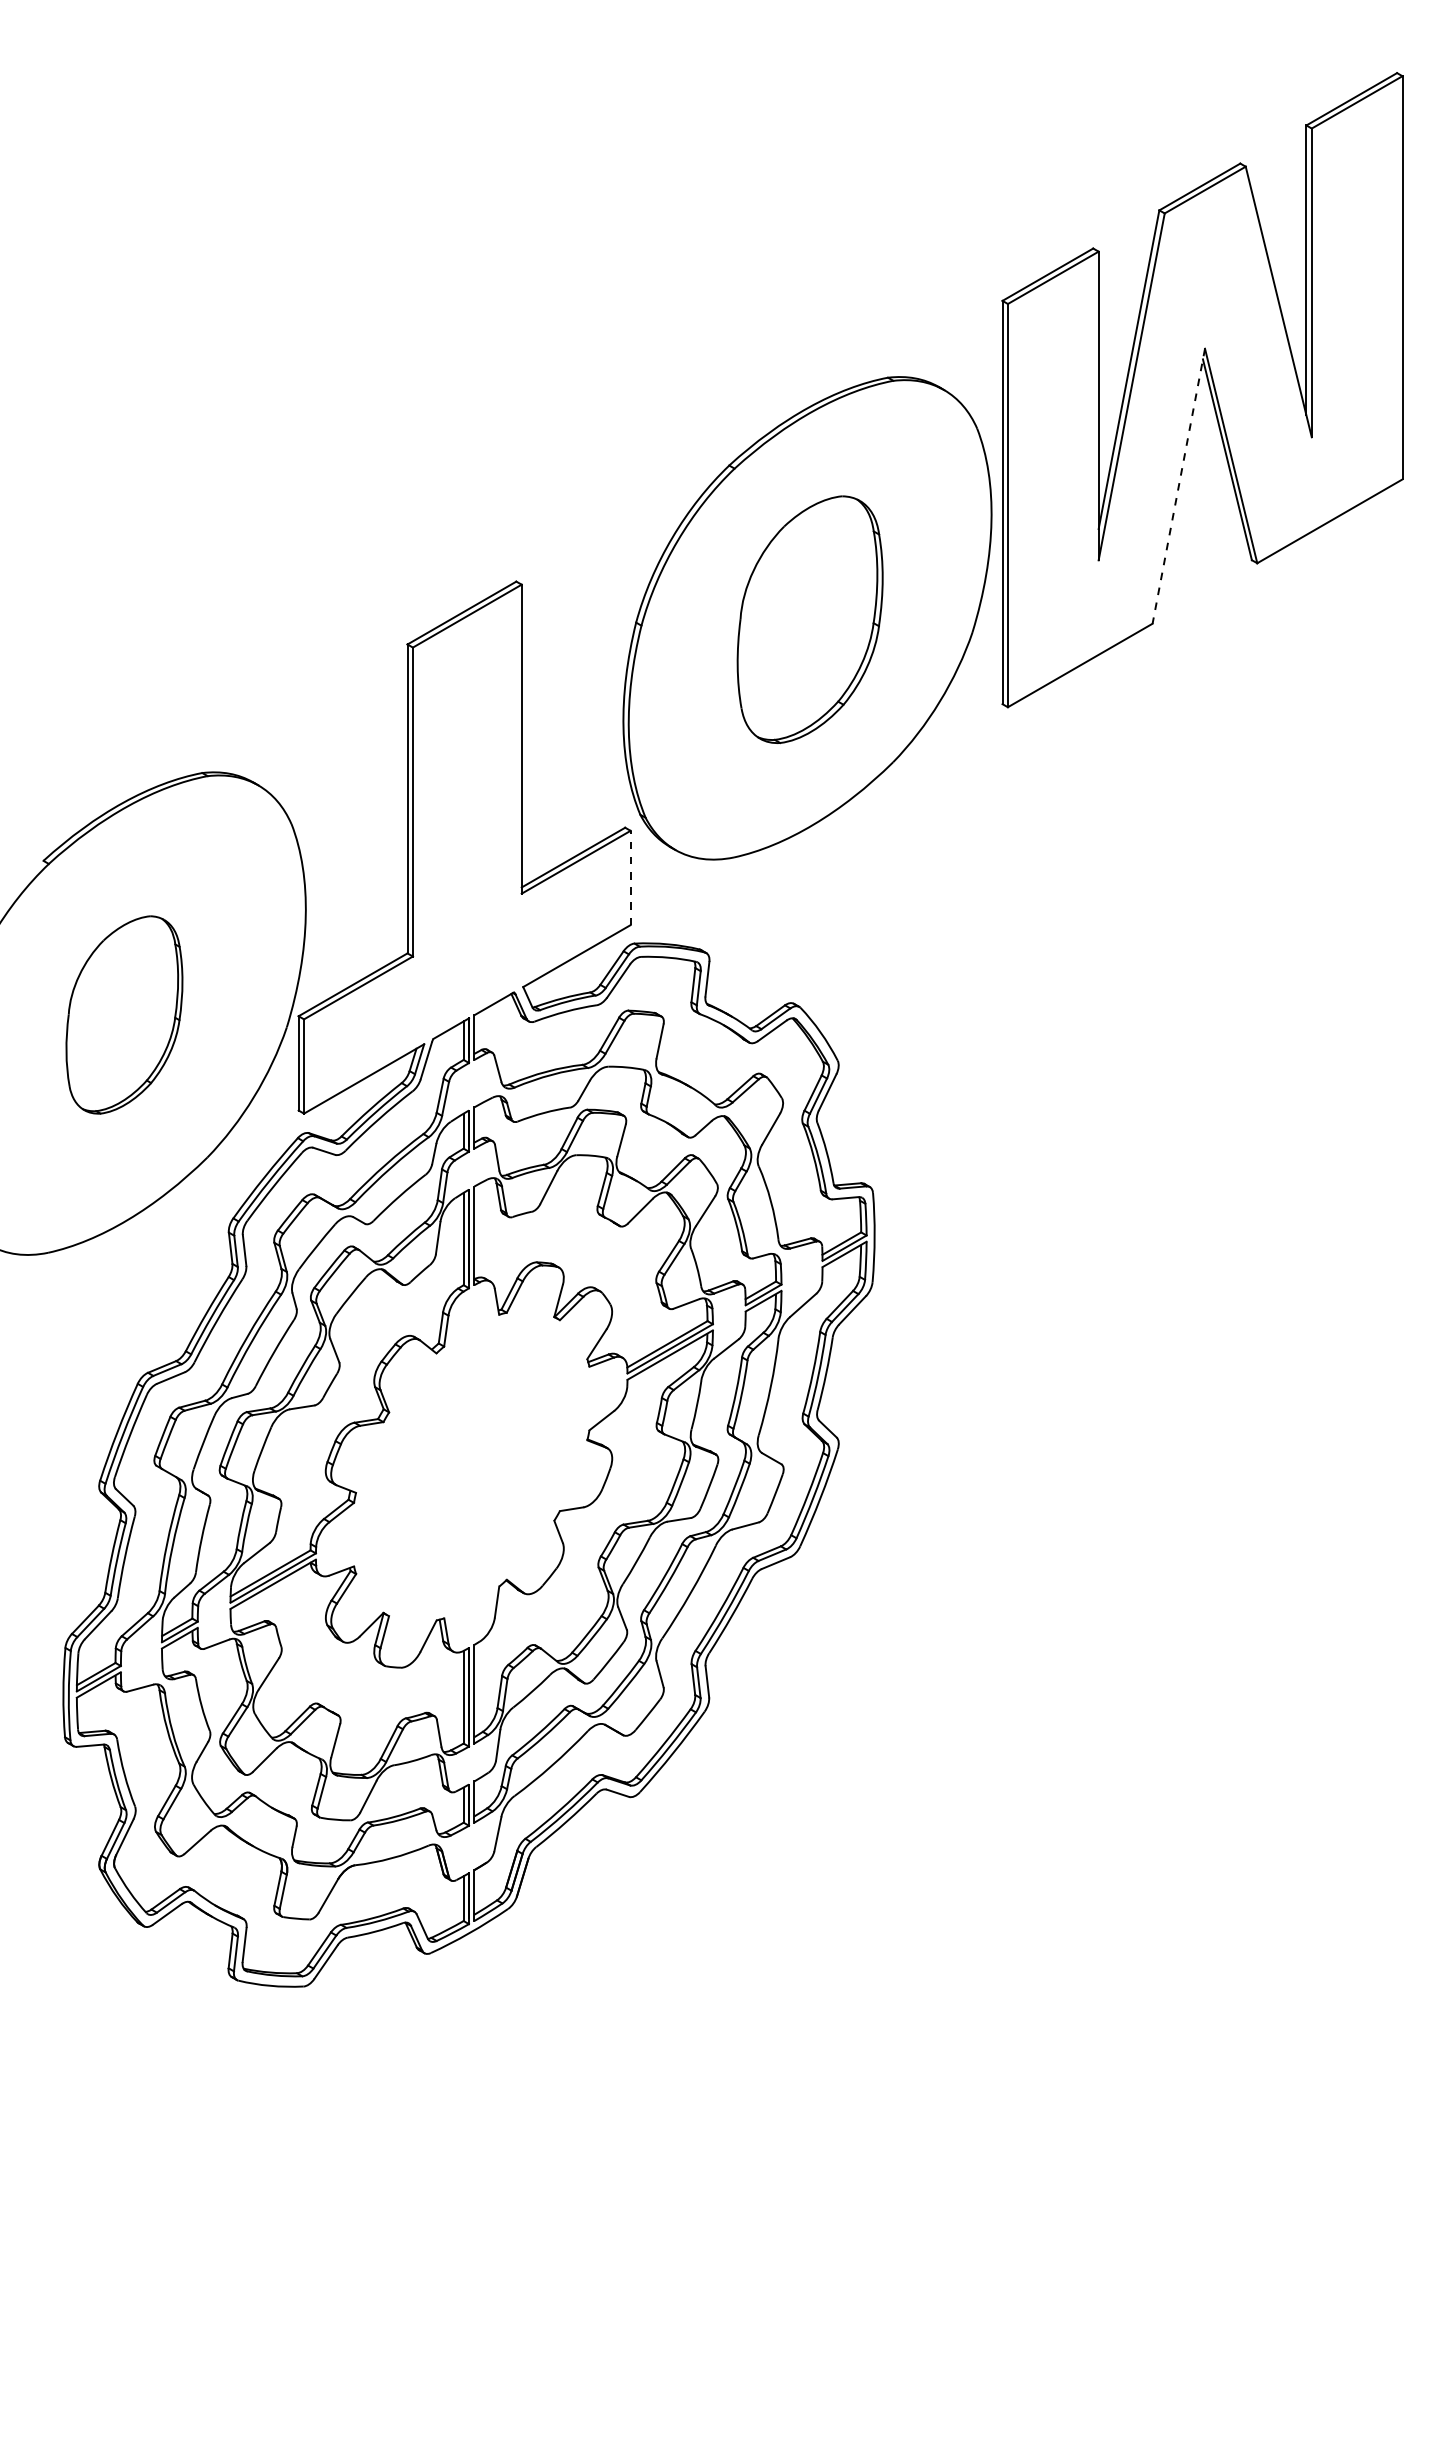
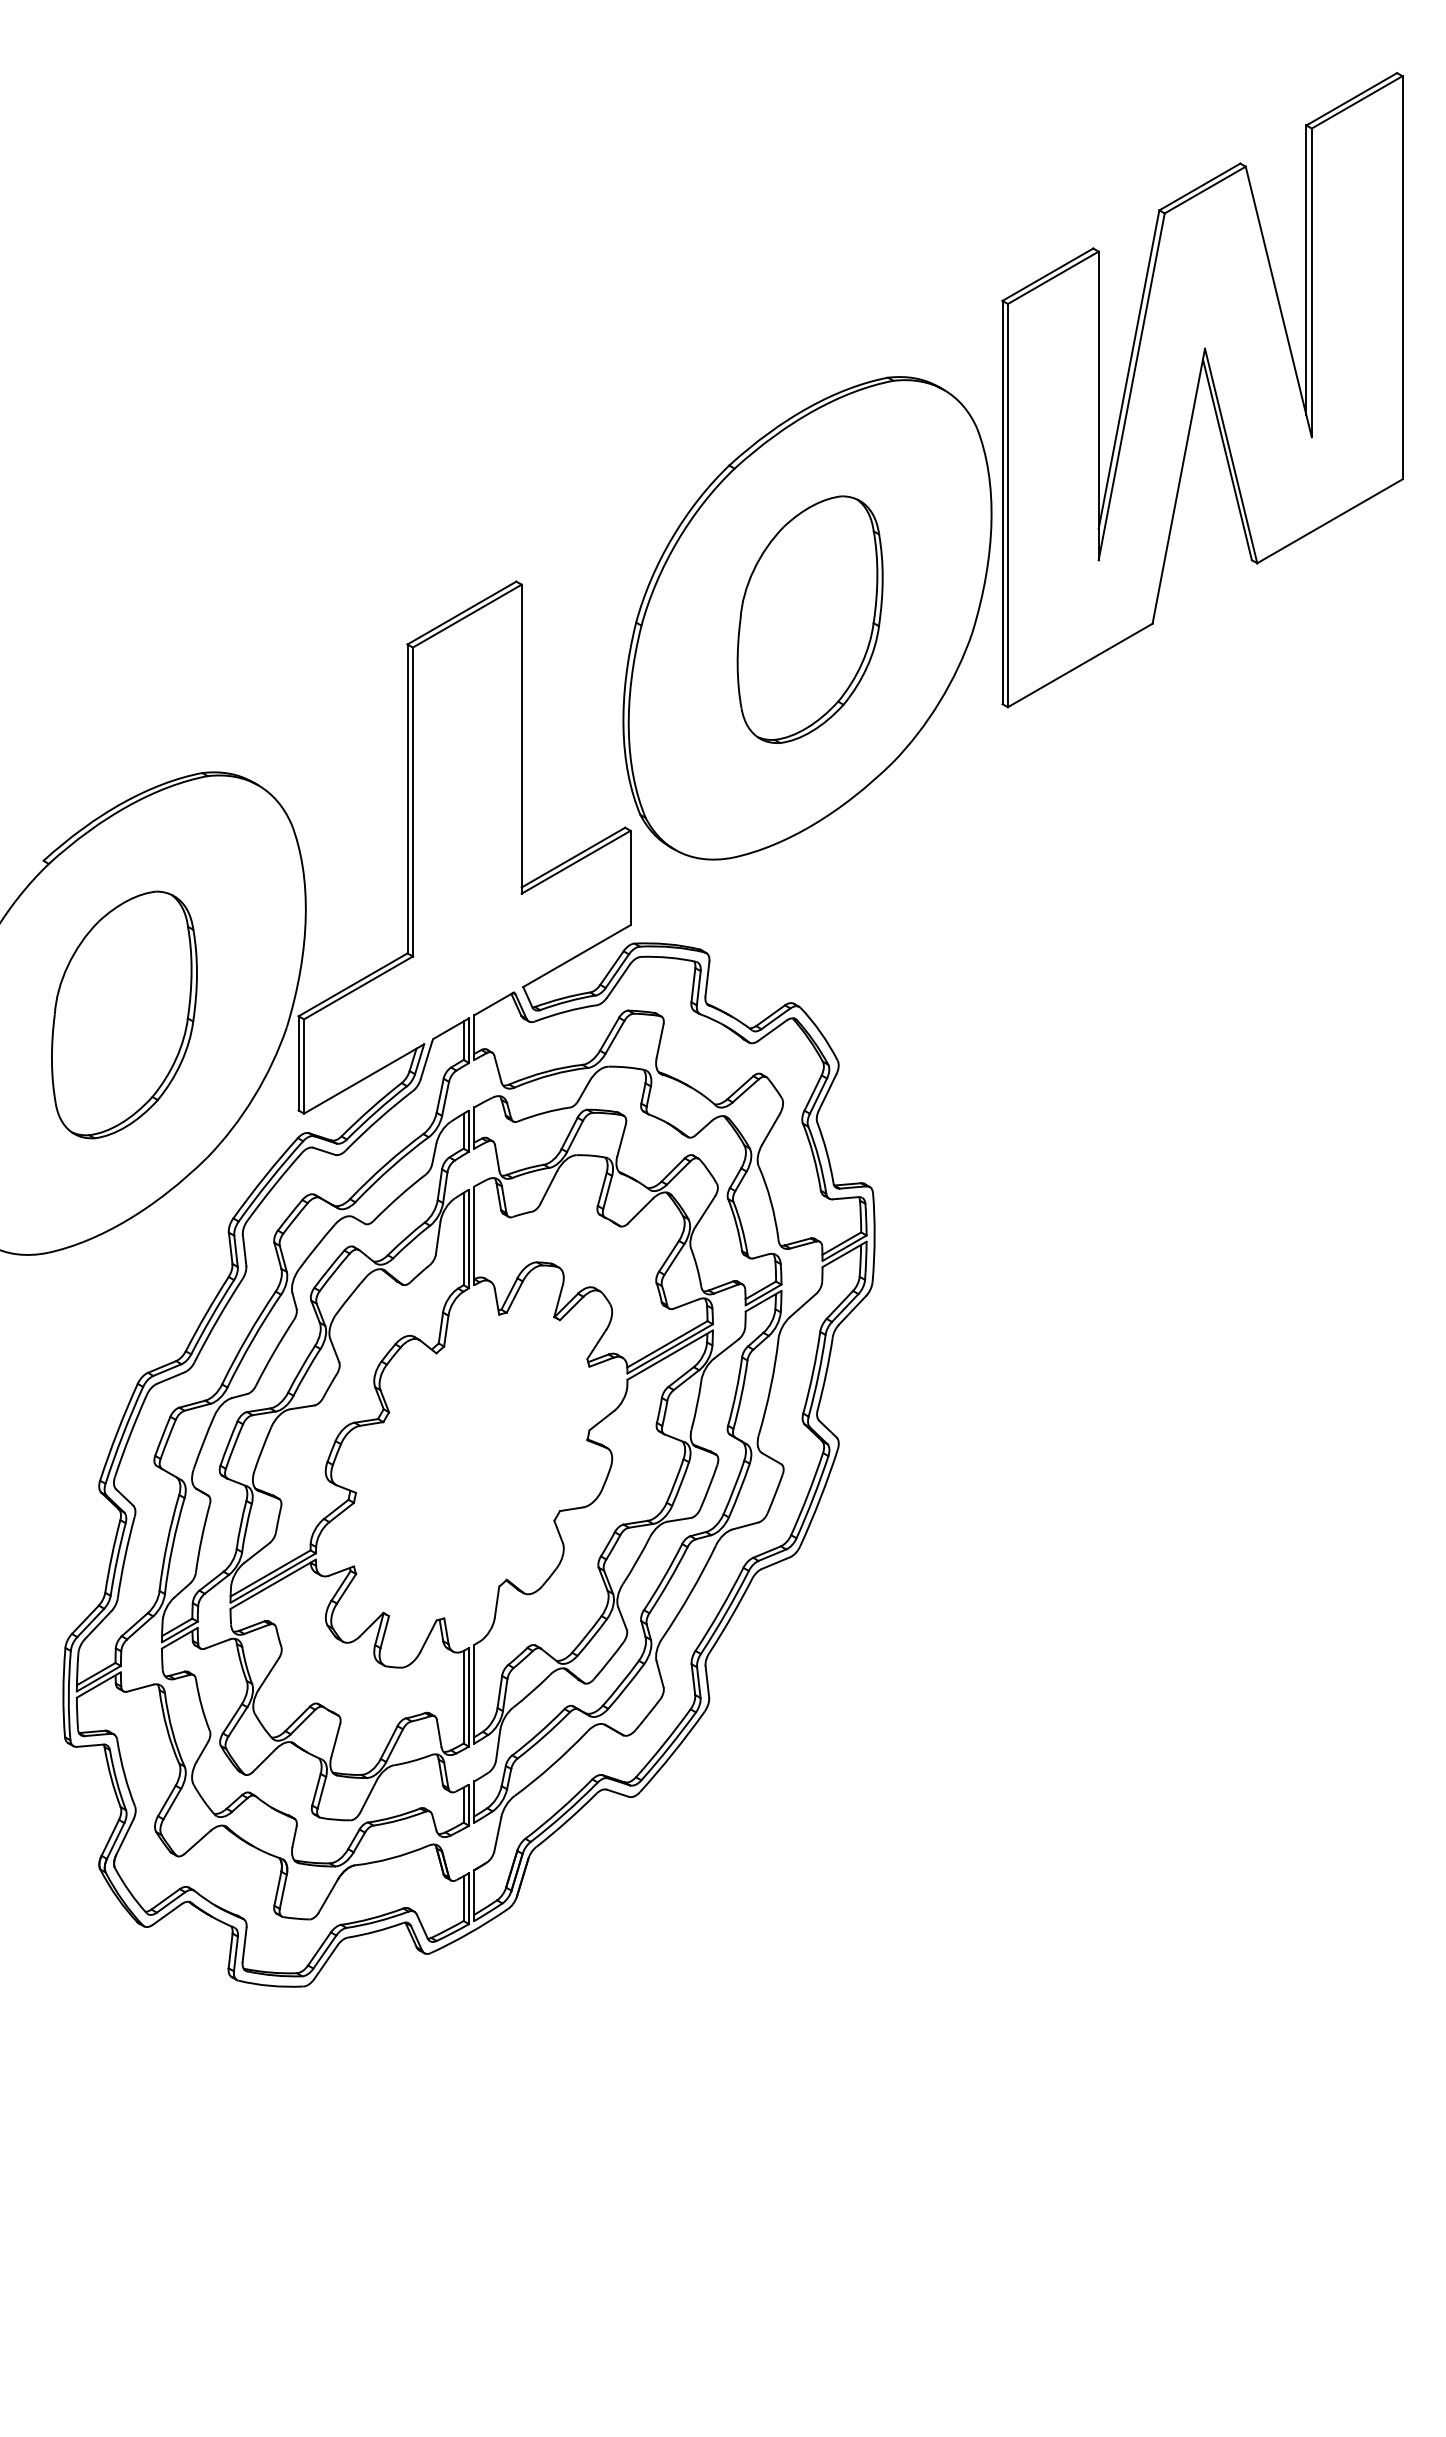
line at (1178, 486): dashed -> solid
line at (630, 877): dashed -> solid
part at (124, 1014) size: 119x200 px -> 147x250 px
